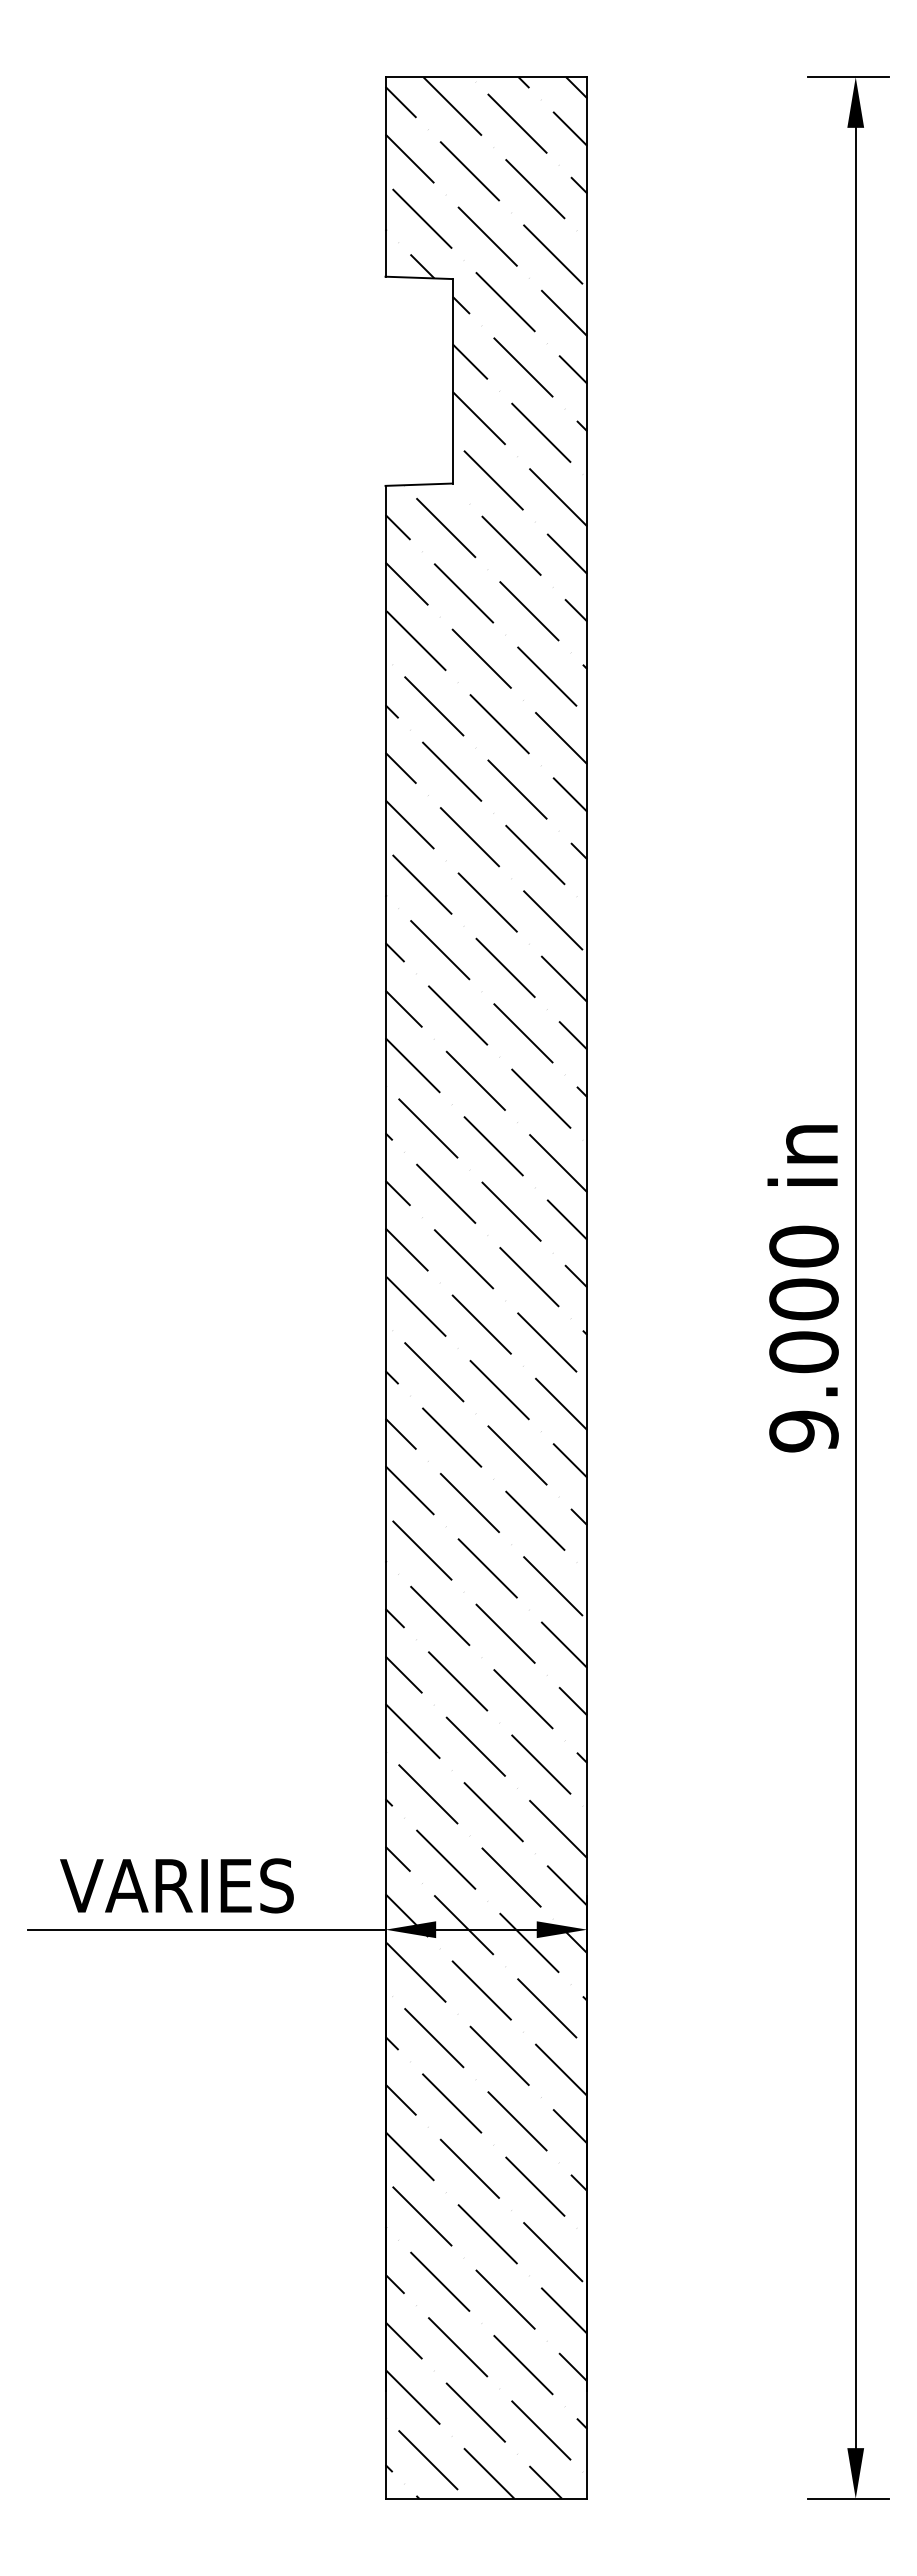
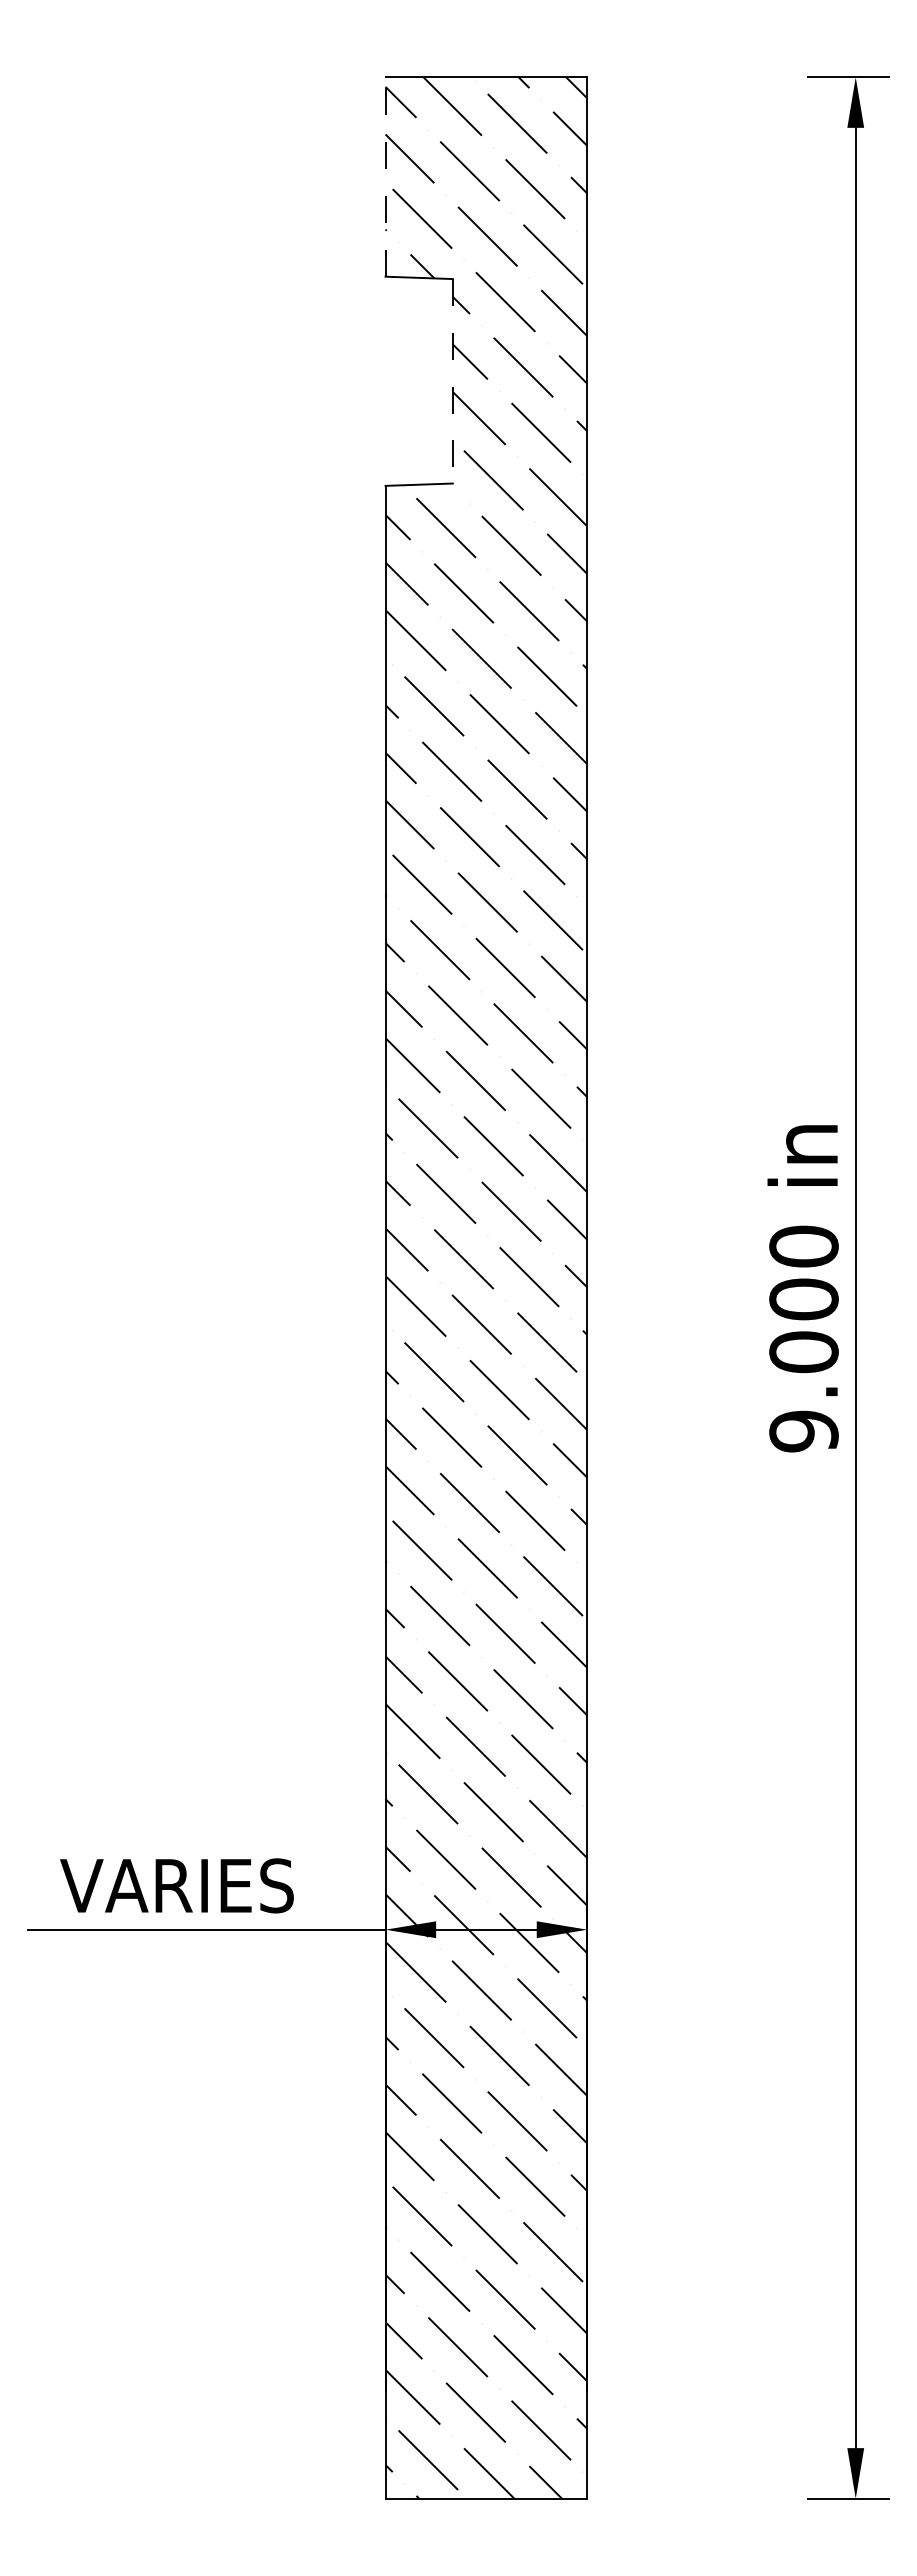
line at (385, 177): solid -> dashed
line at (452, 381): solid -> dashed
